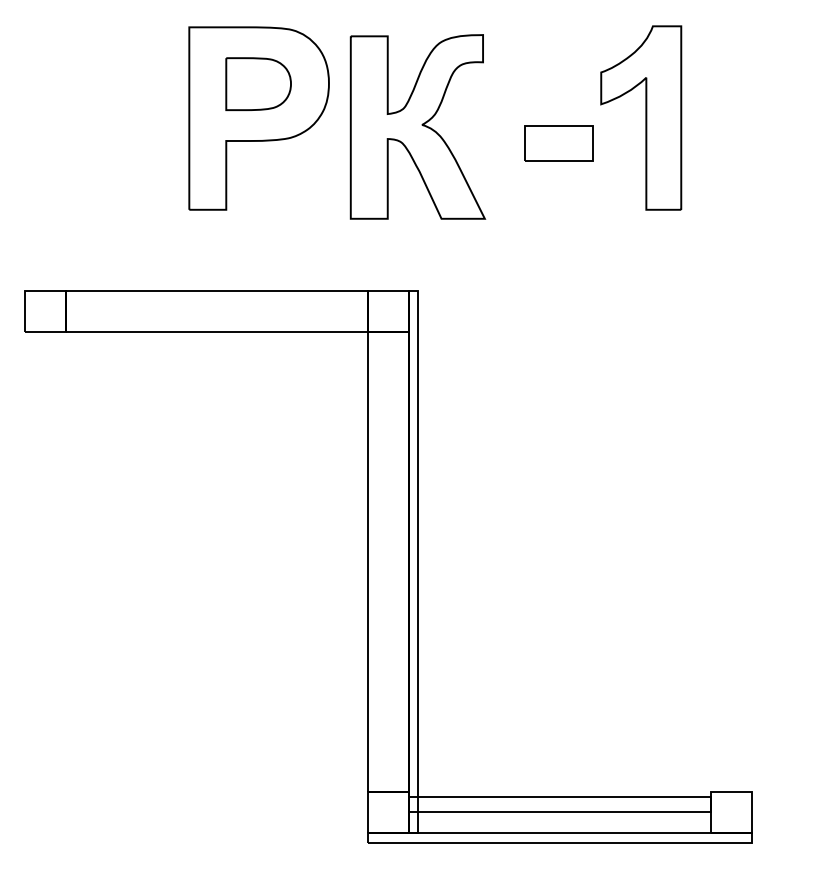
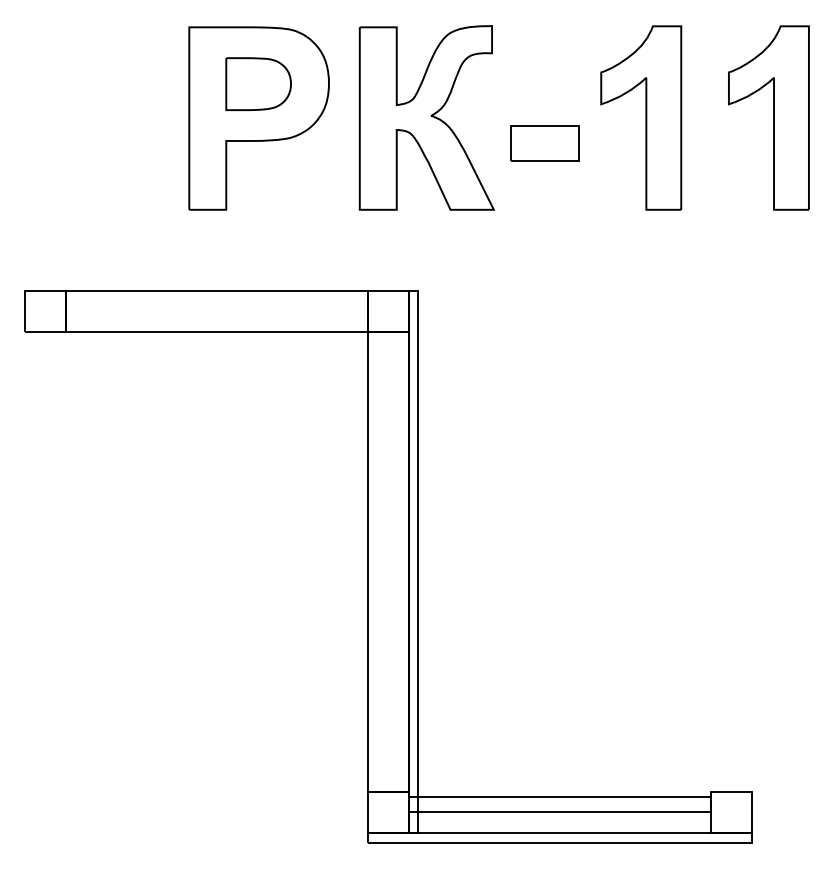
part at (768, 117): none -> present
part at (417, 126) position: (417, 126) -> (426, 117)
part at (558, 143) position: (558, 143) -> (544, 143)
